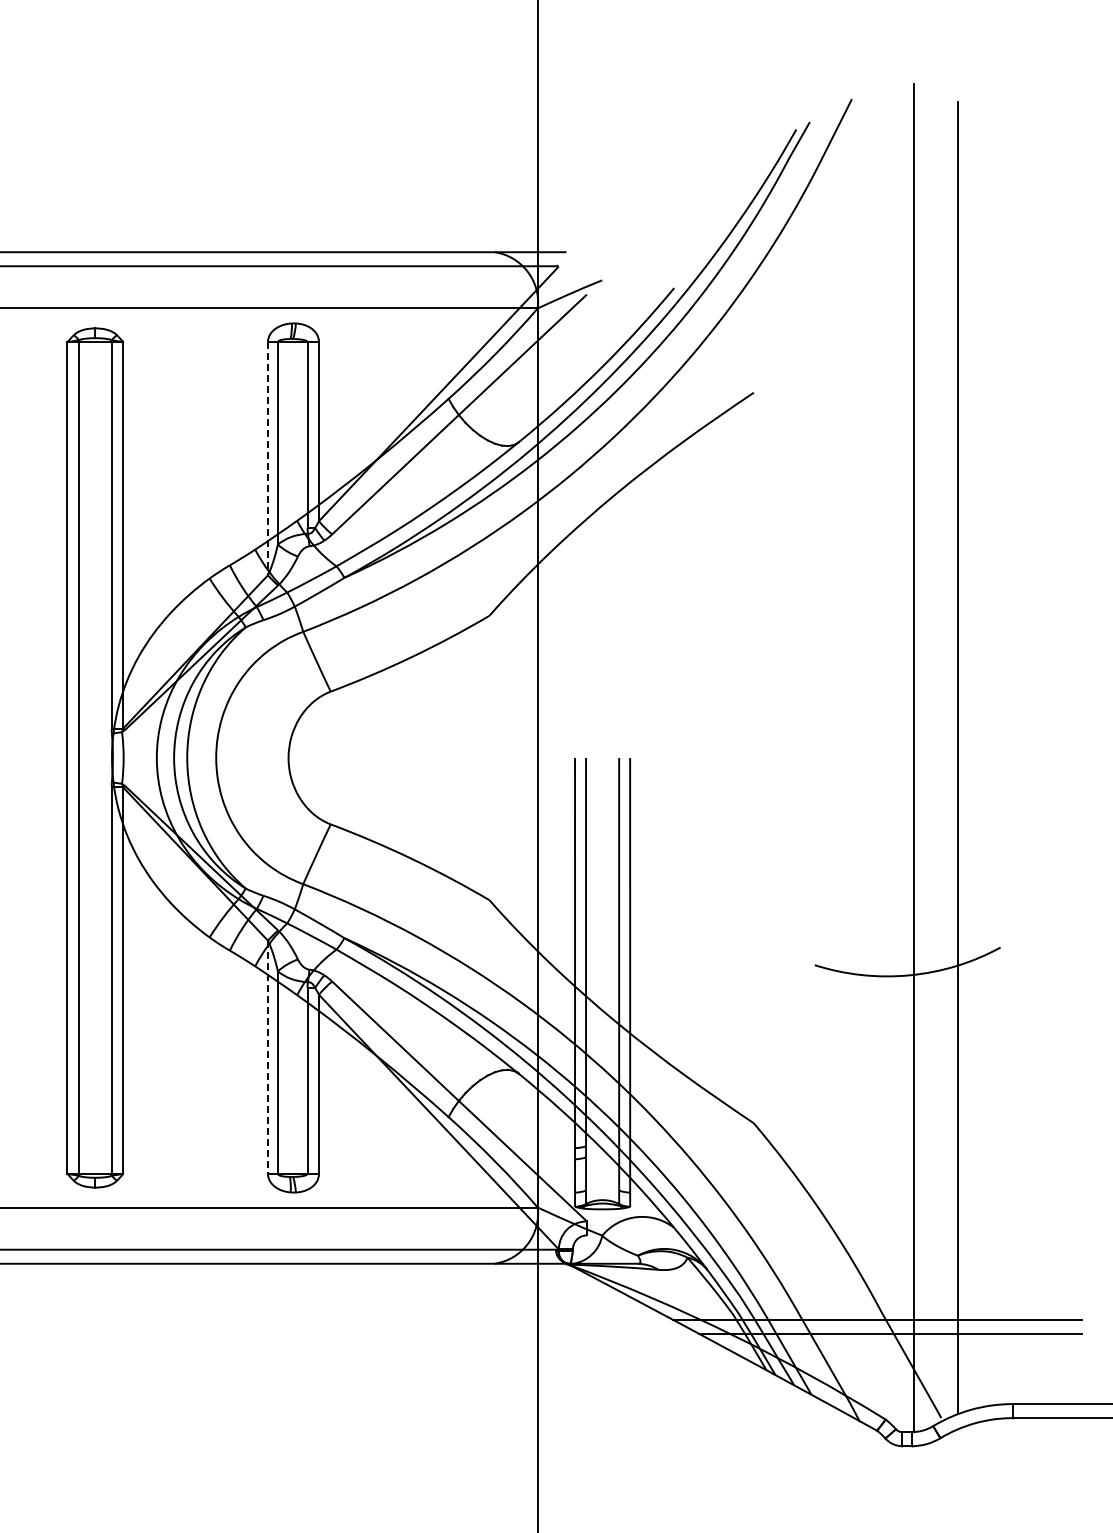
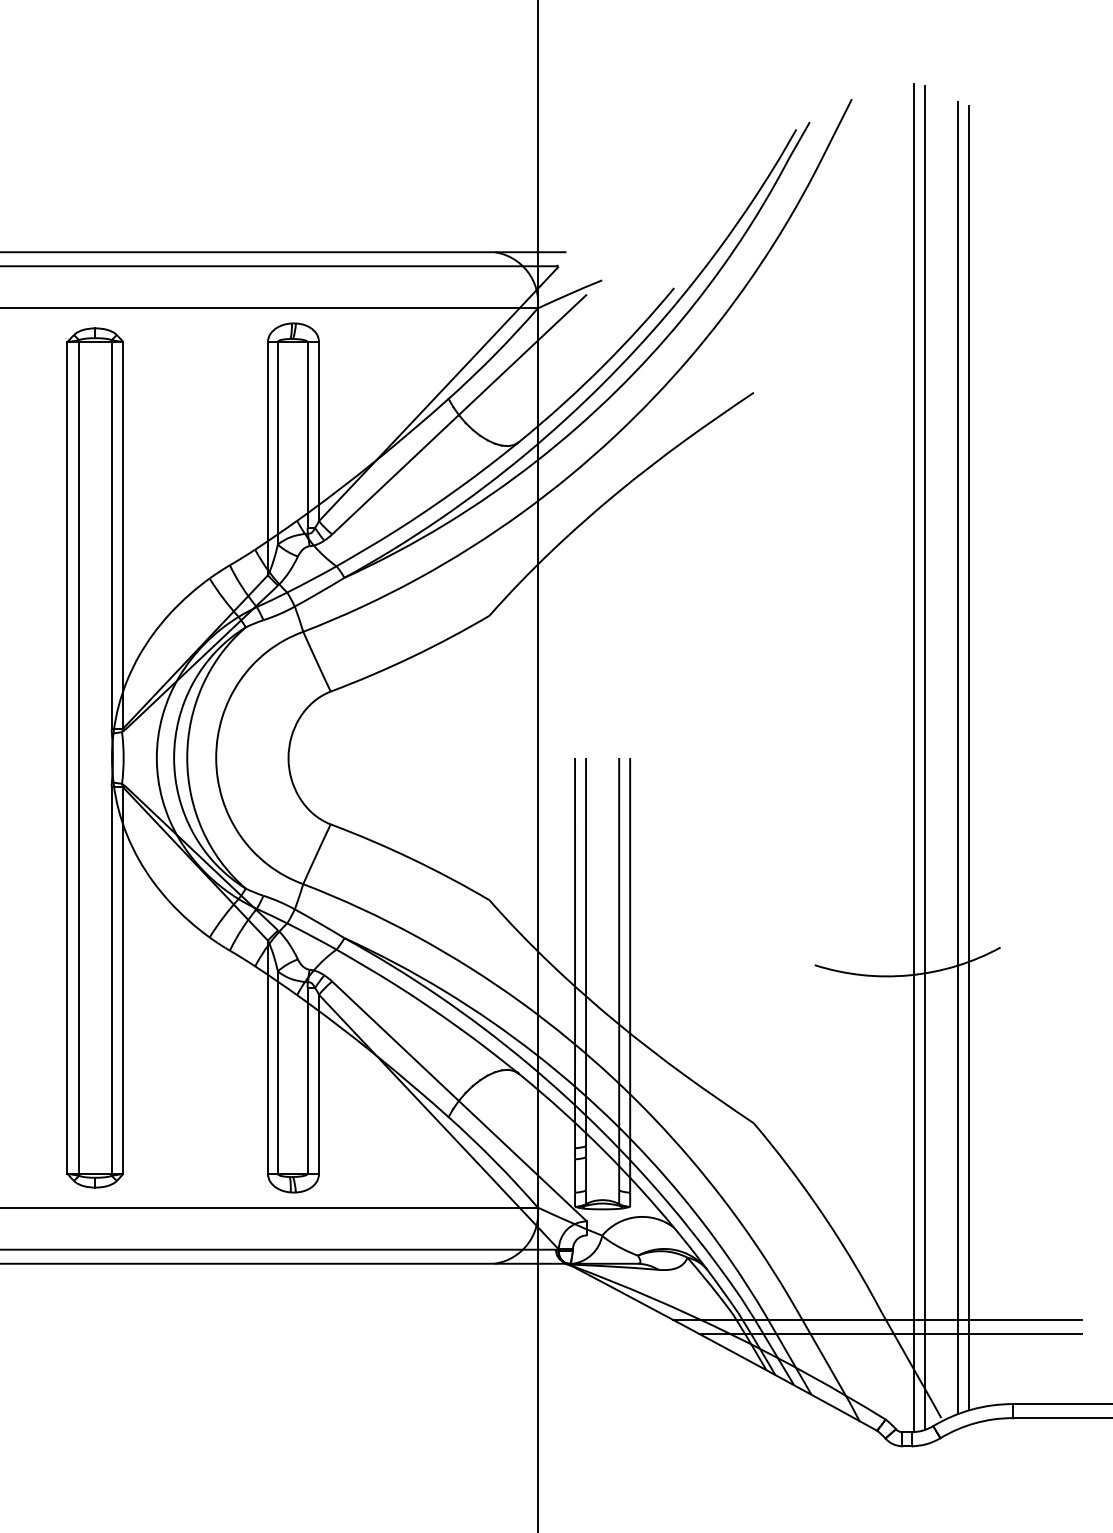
line at (267, 458): dashed -> solid
line at (925, 757): none -> present
line at (969, 757): none -> present
line at (267, 1057): dashed -> solid
